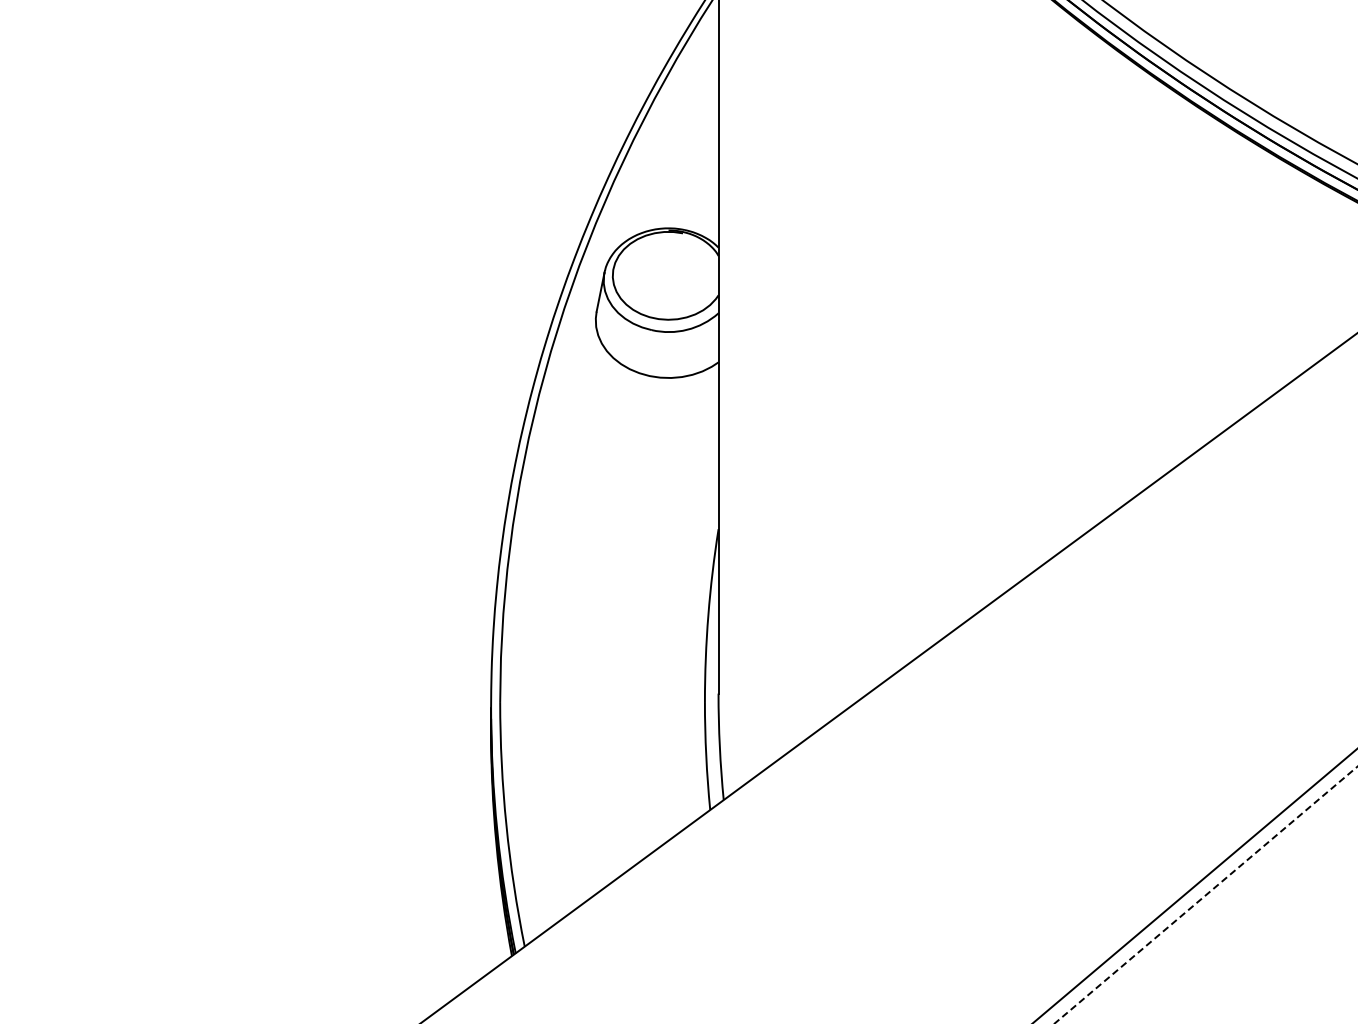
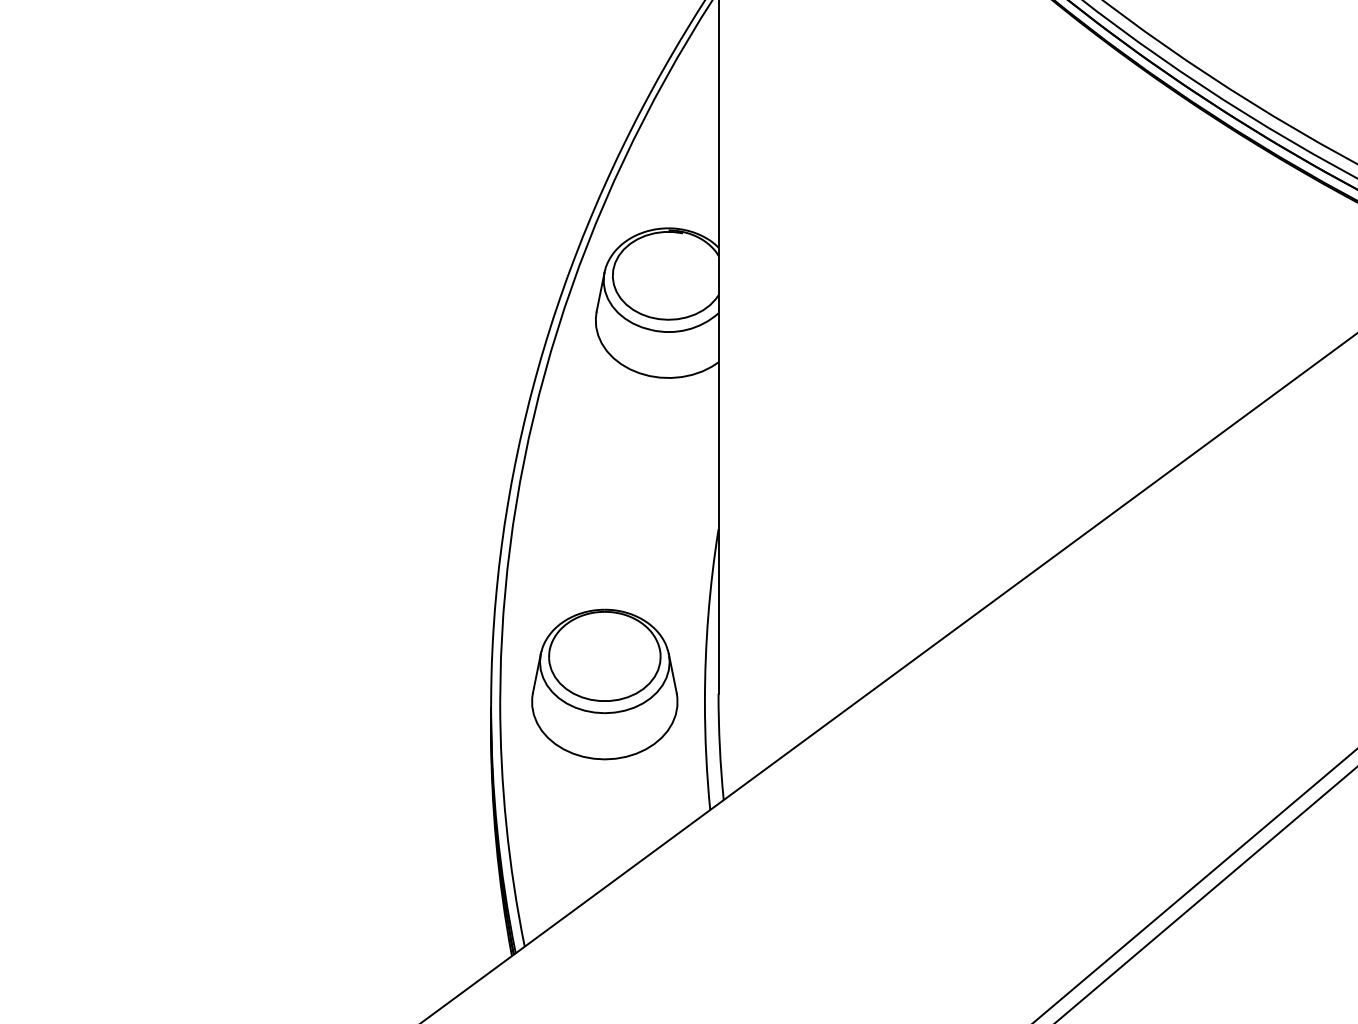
part at (604, 684): none -> present
line at (1206, 894): dashed -> solid
